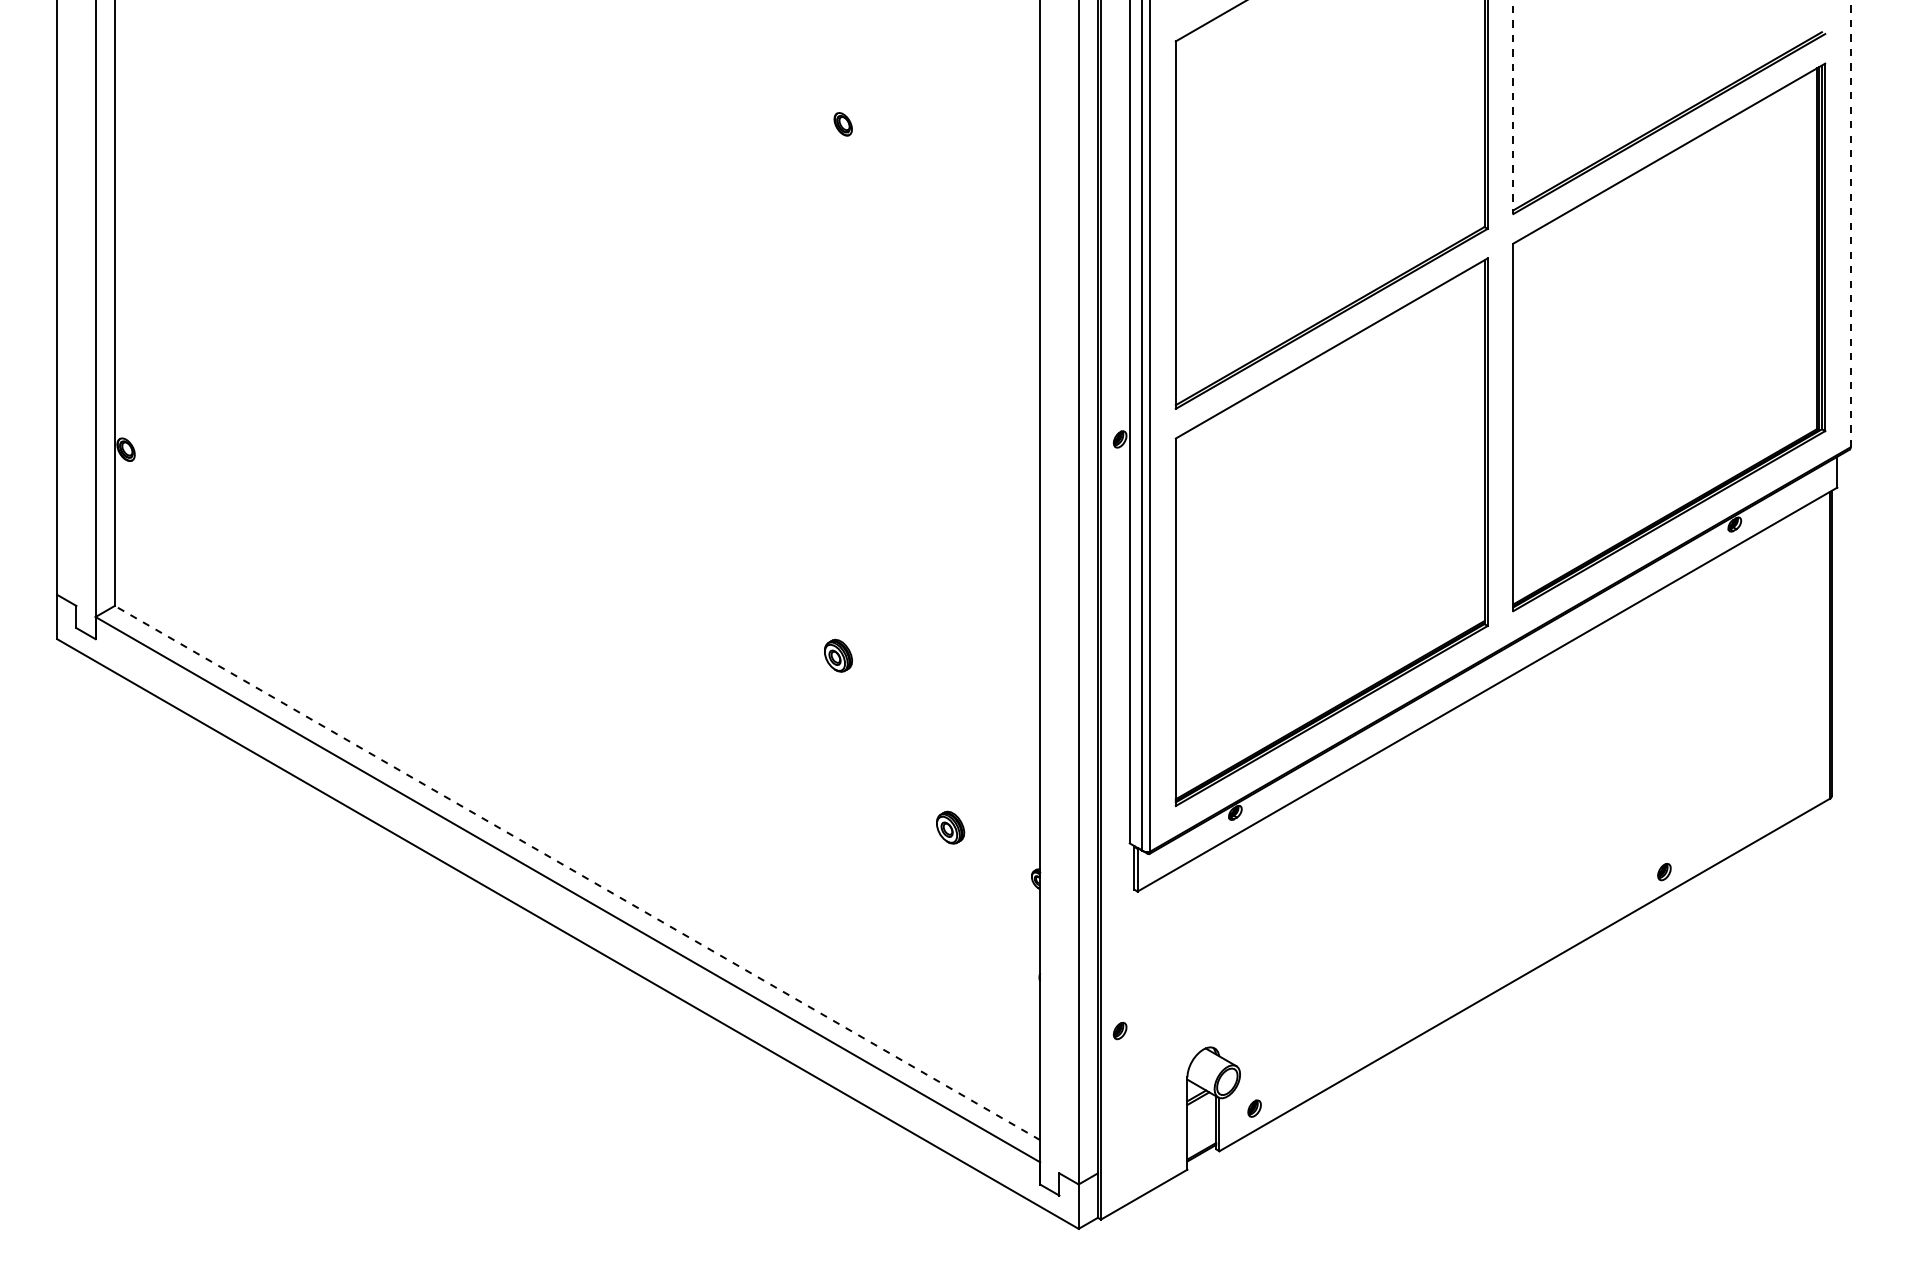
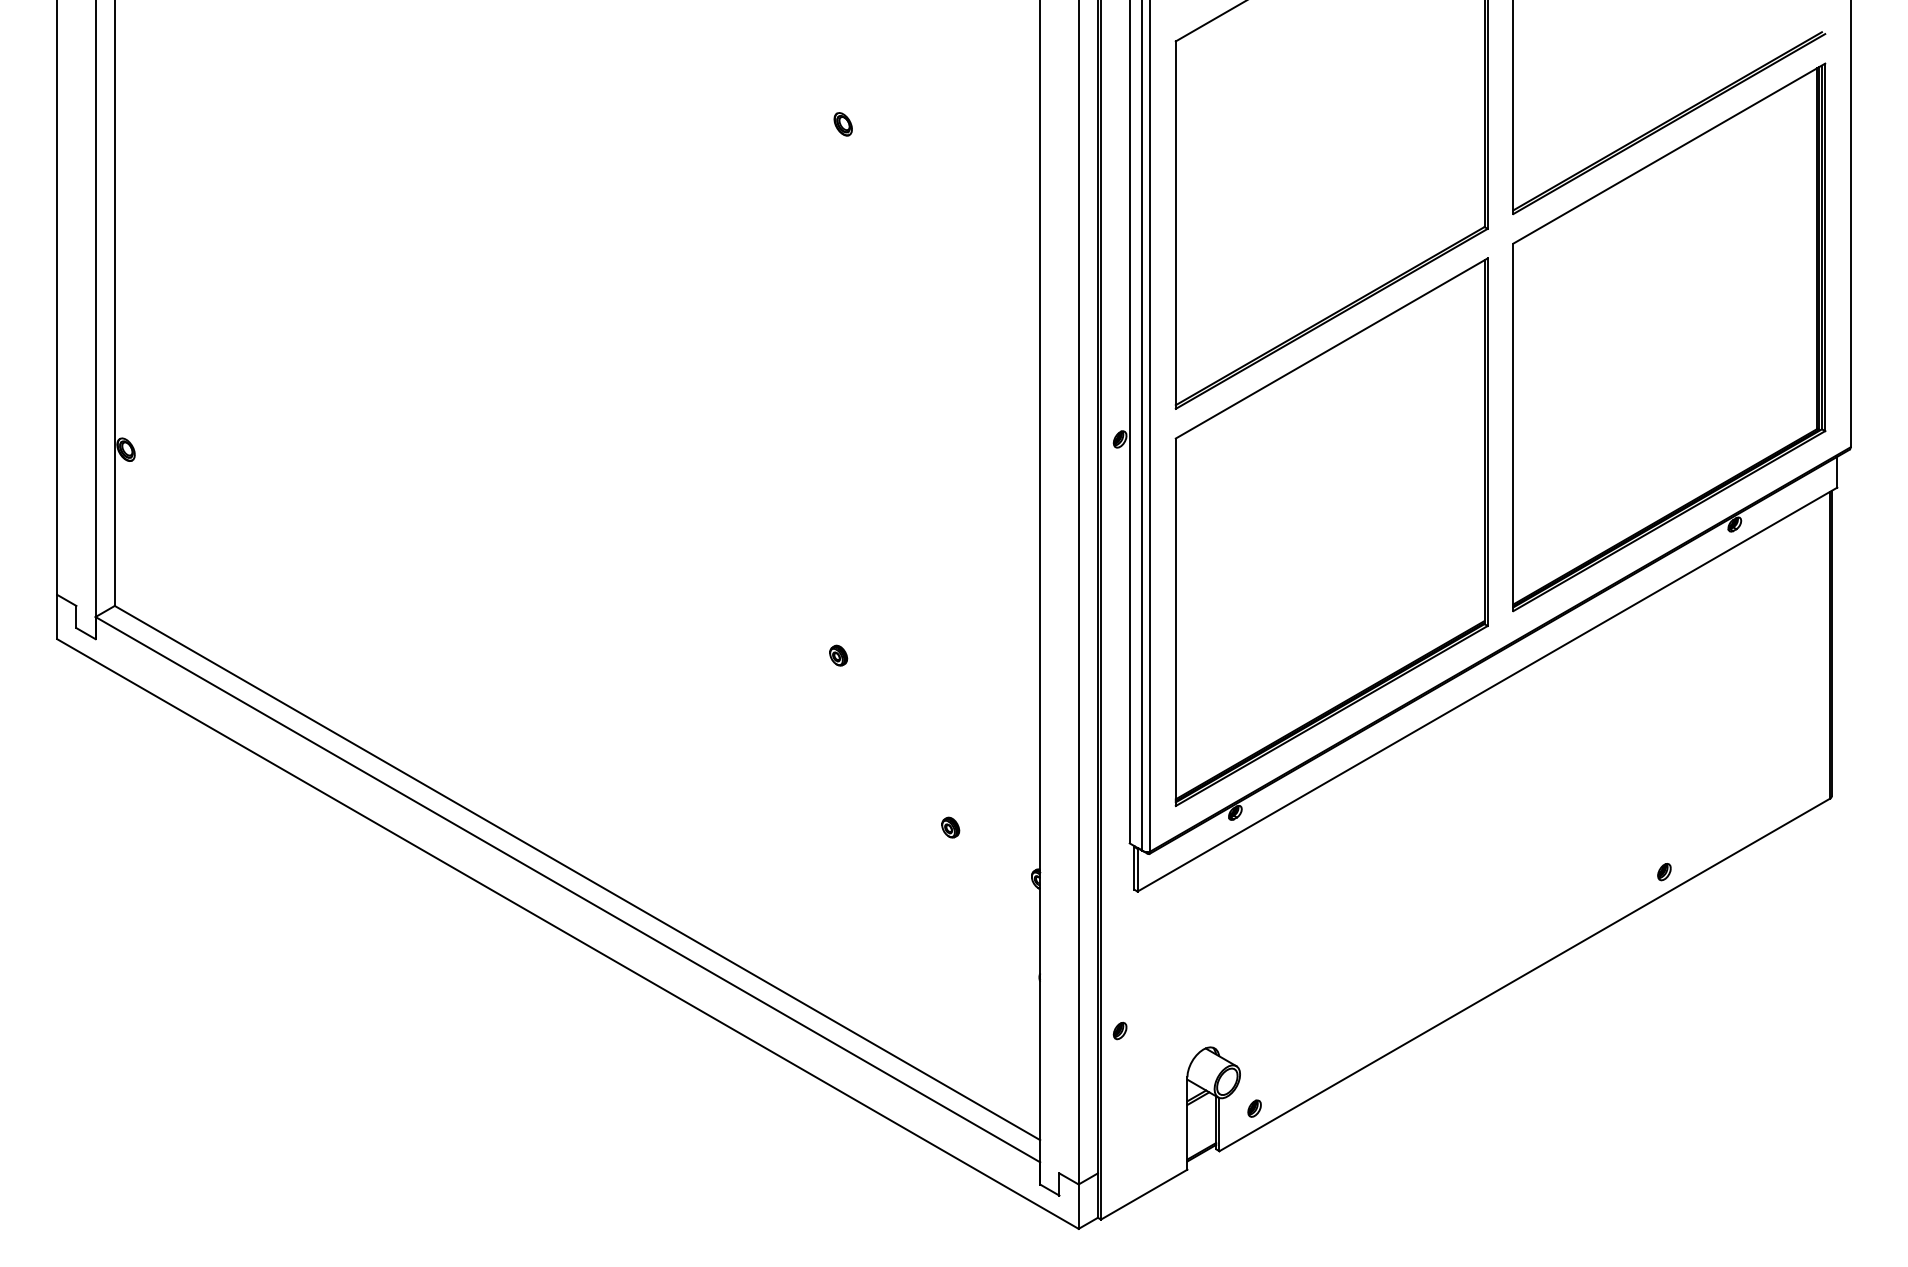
line at (1513, 107): dashed -> solid
line at (1850, 223): dashed -> solid
part at (838, 655) size: 29x35 px -> 20x23 px
part at (950, 827) size: 30x35 px -> 20x23 px
line at (577, 872): dashed -> solid
